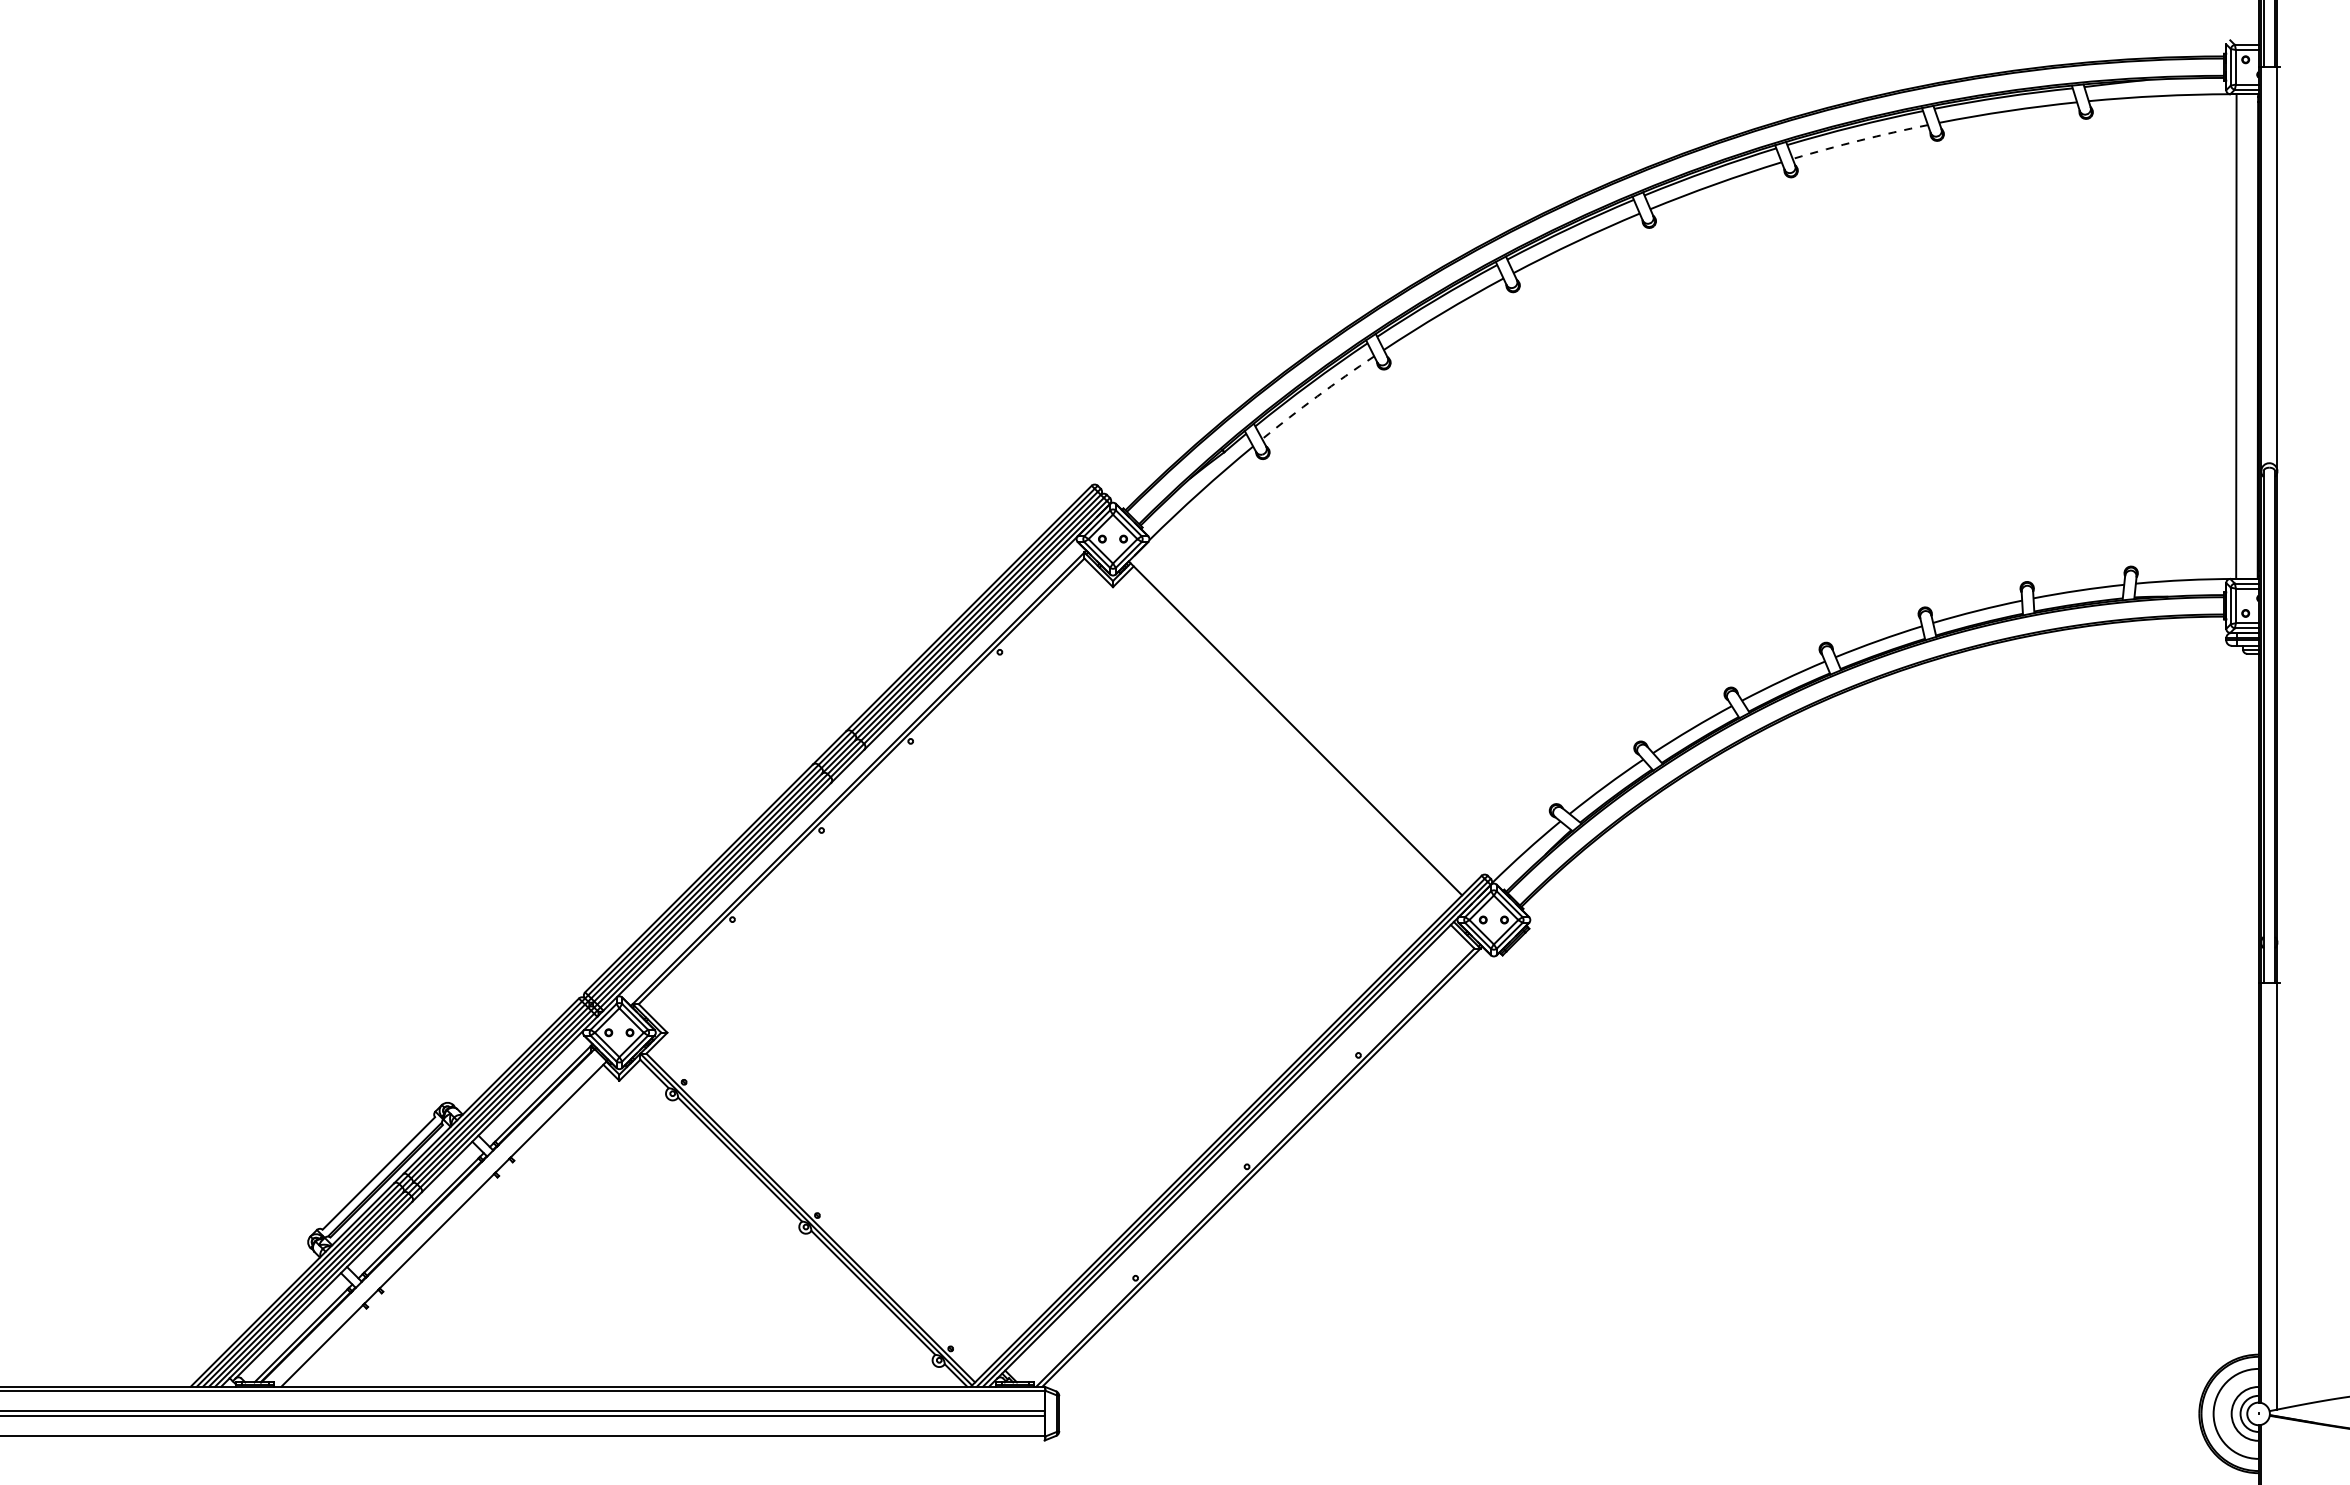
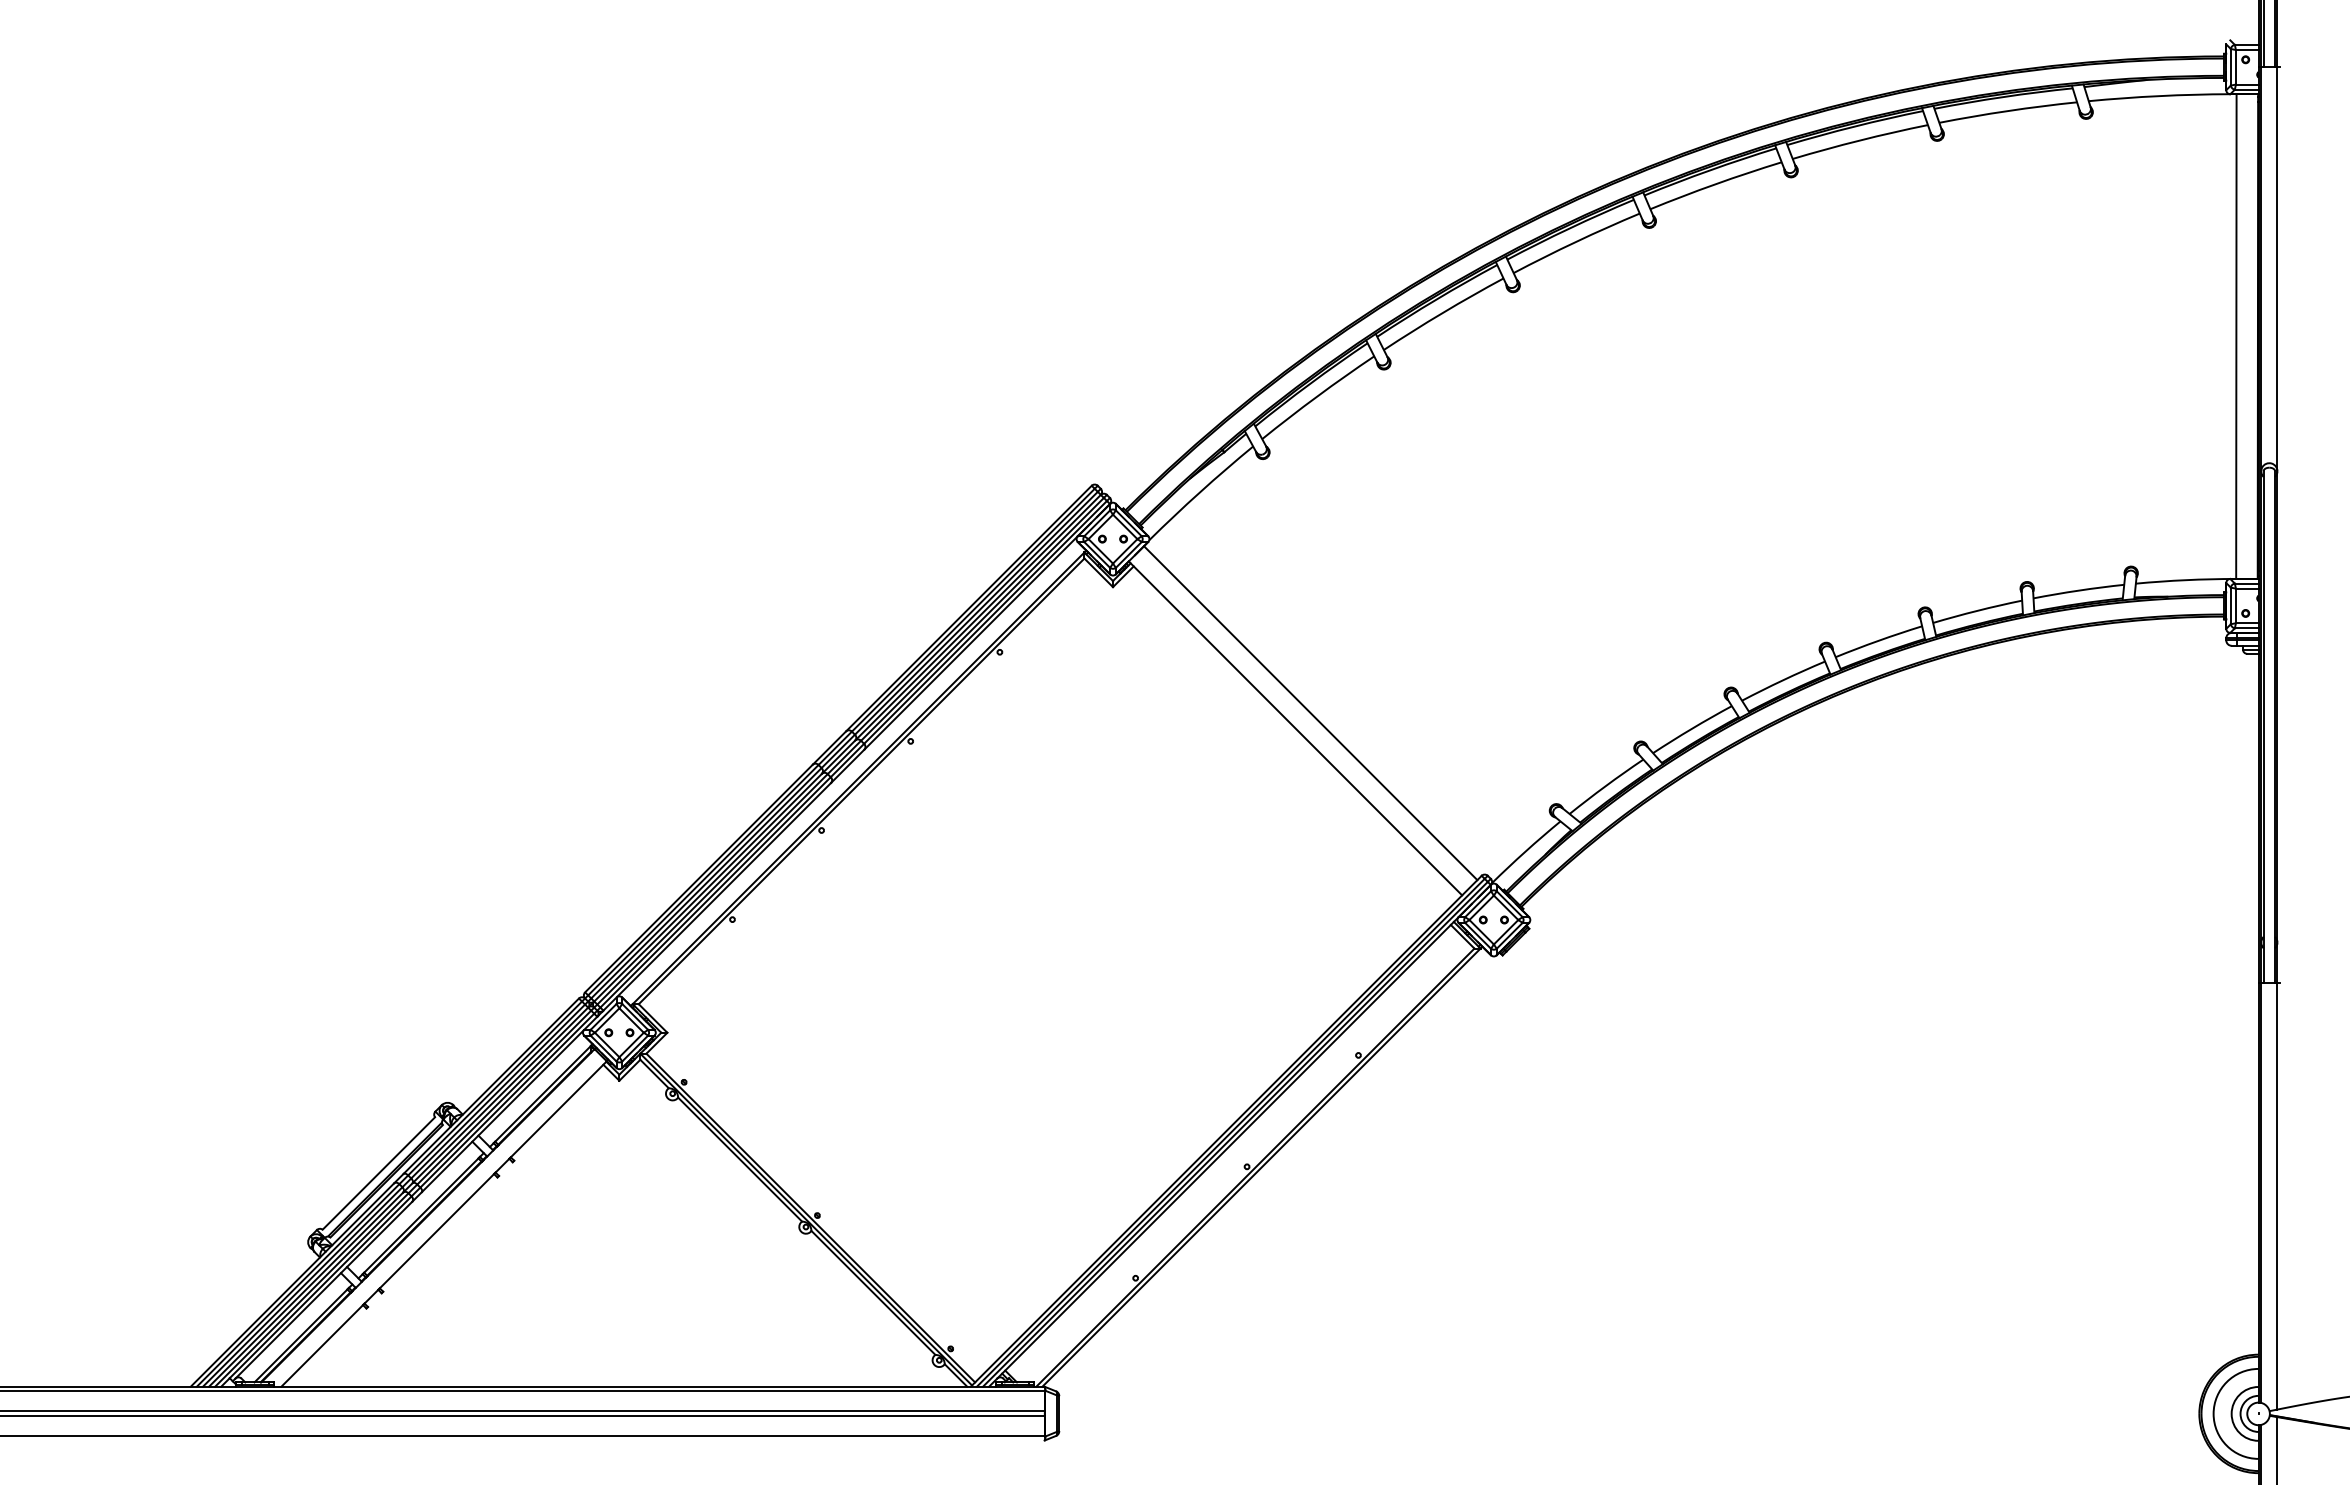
arc at (1859, 140): dashed -> solid
arc at (1317, 396): dashed -> solid
line at (1310, 713): none -> present
line at (2277, 1449): none -> present
